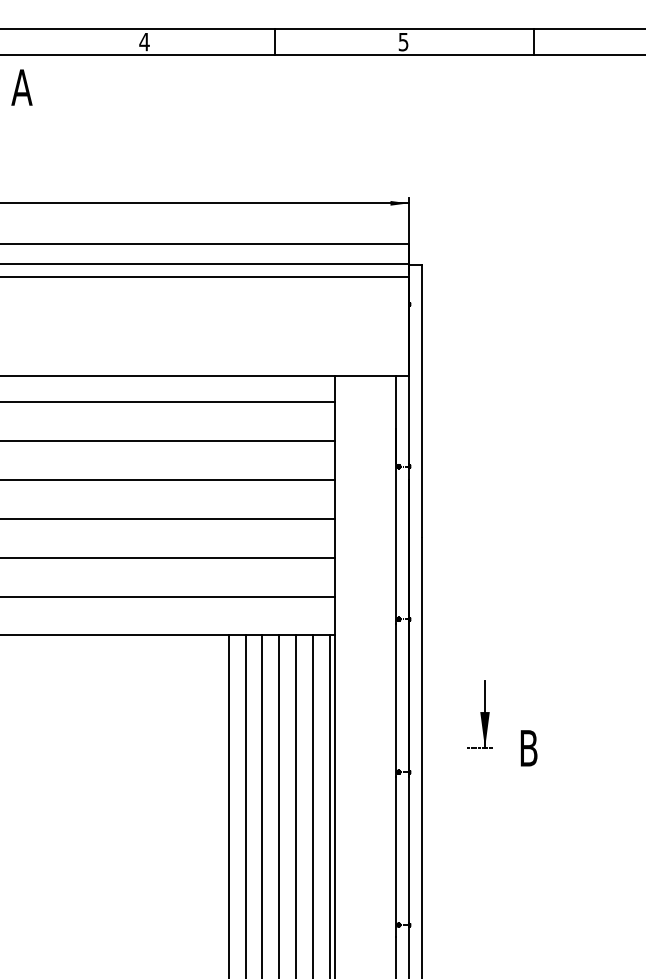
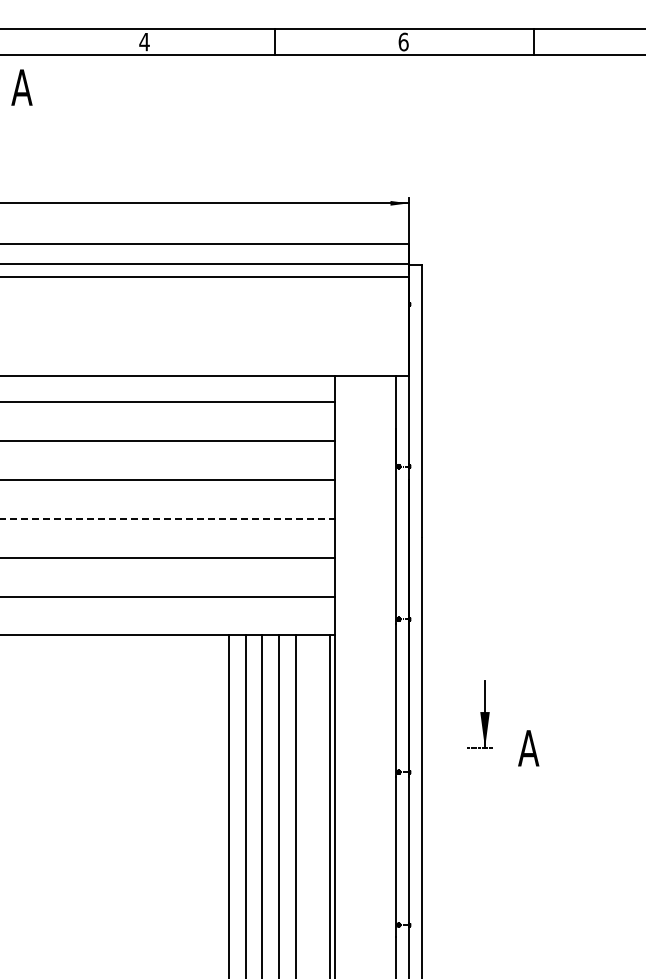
text at (403, 41): 5 -> 6
line at (168, 518): solid -> dashed
text at (528, 748): B -> A
line at (312, 805): present -> none
